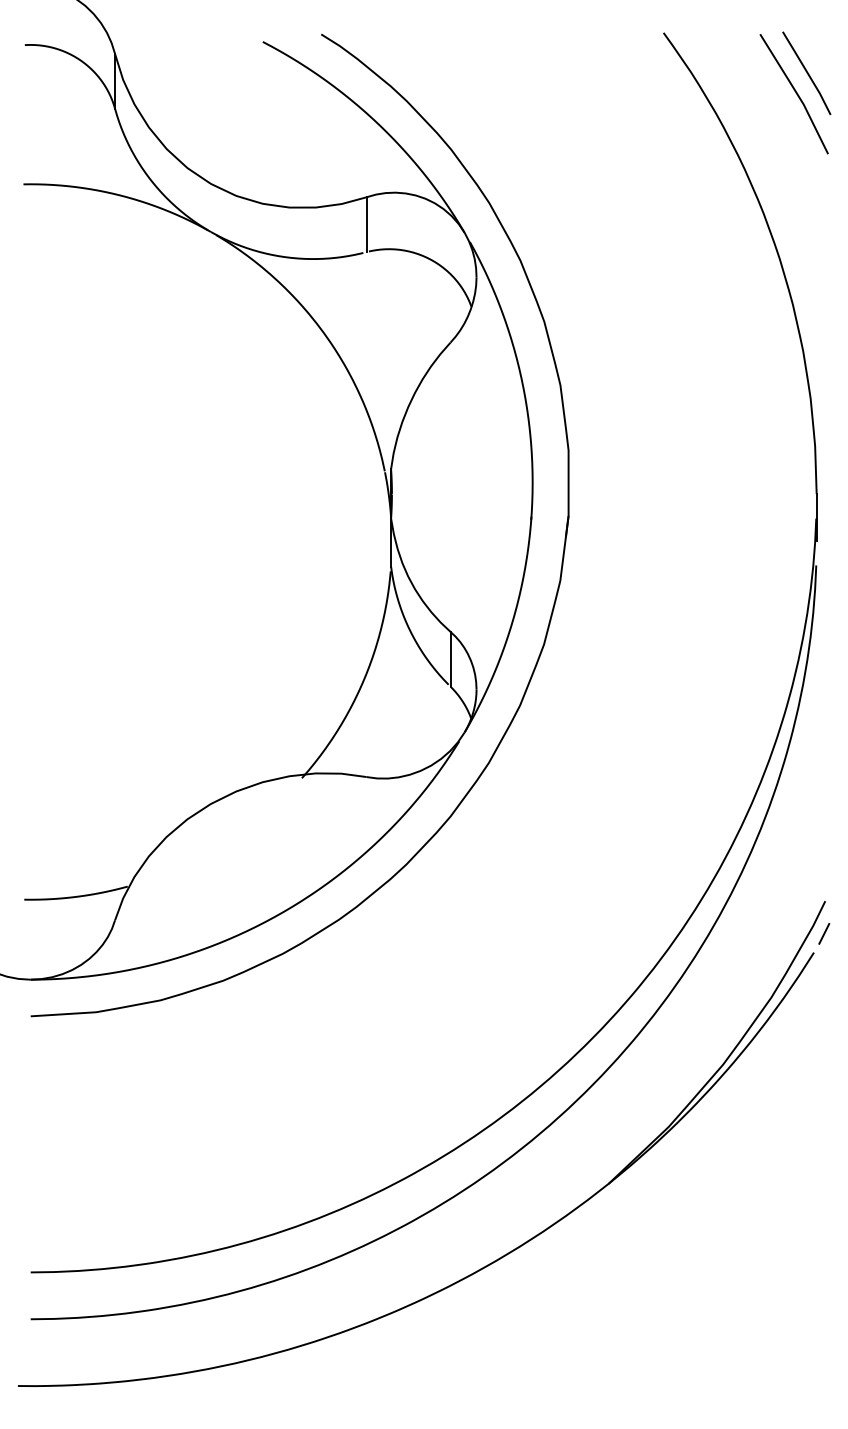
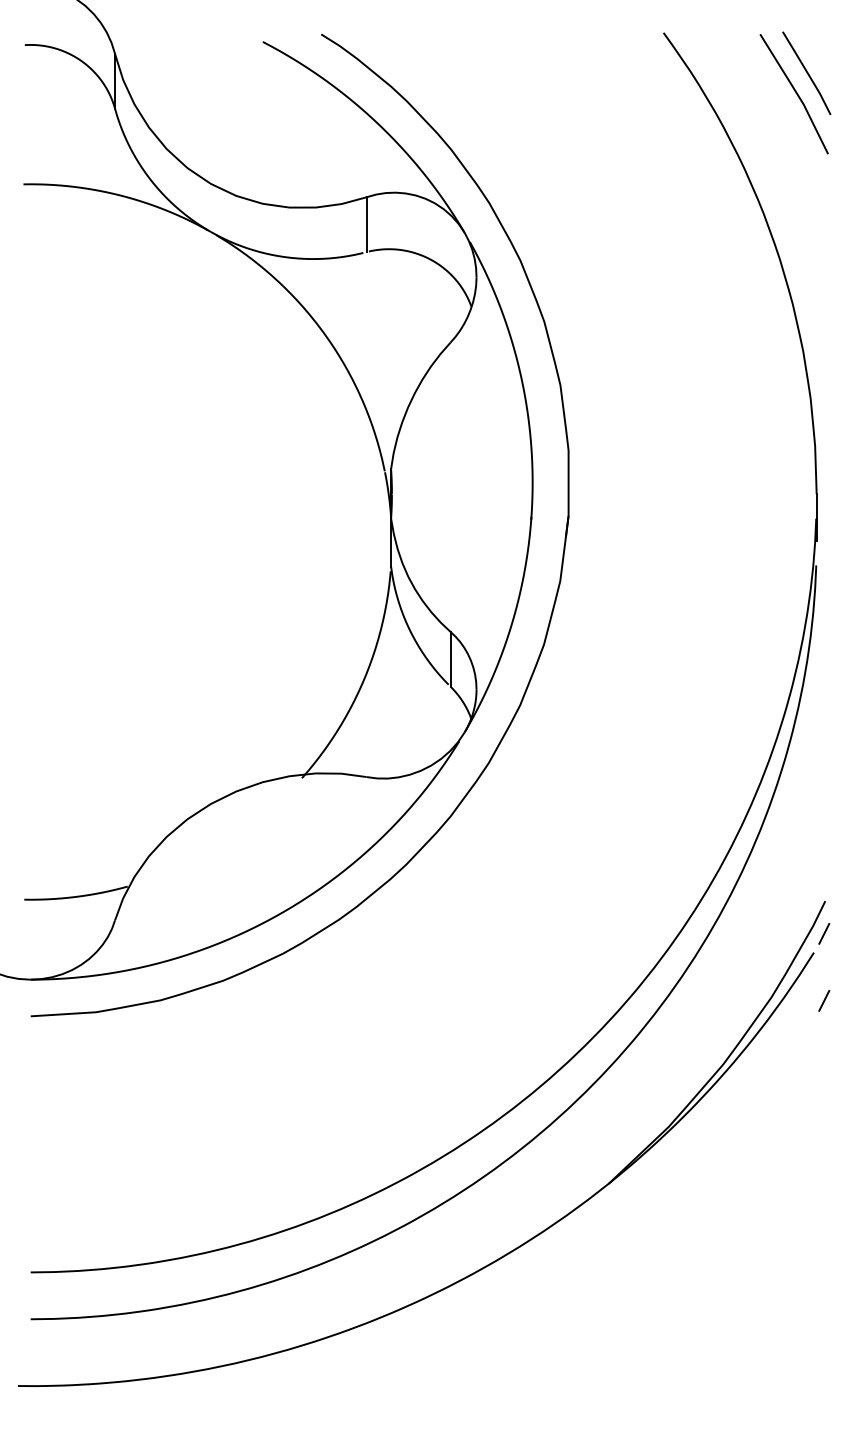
line at (824, 1000): none -> present
